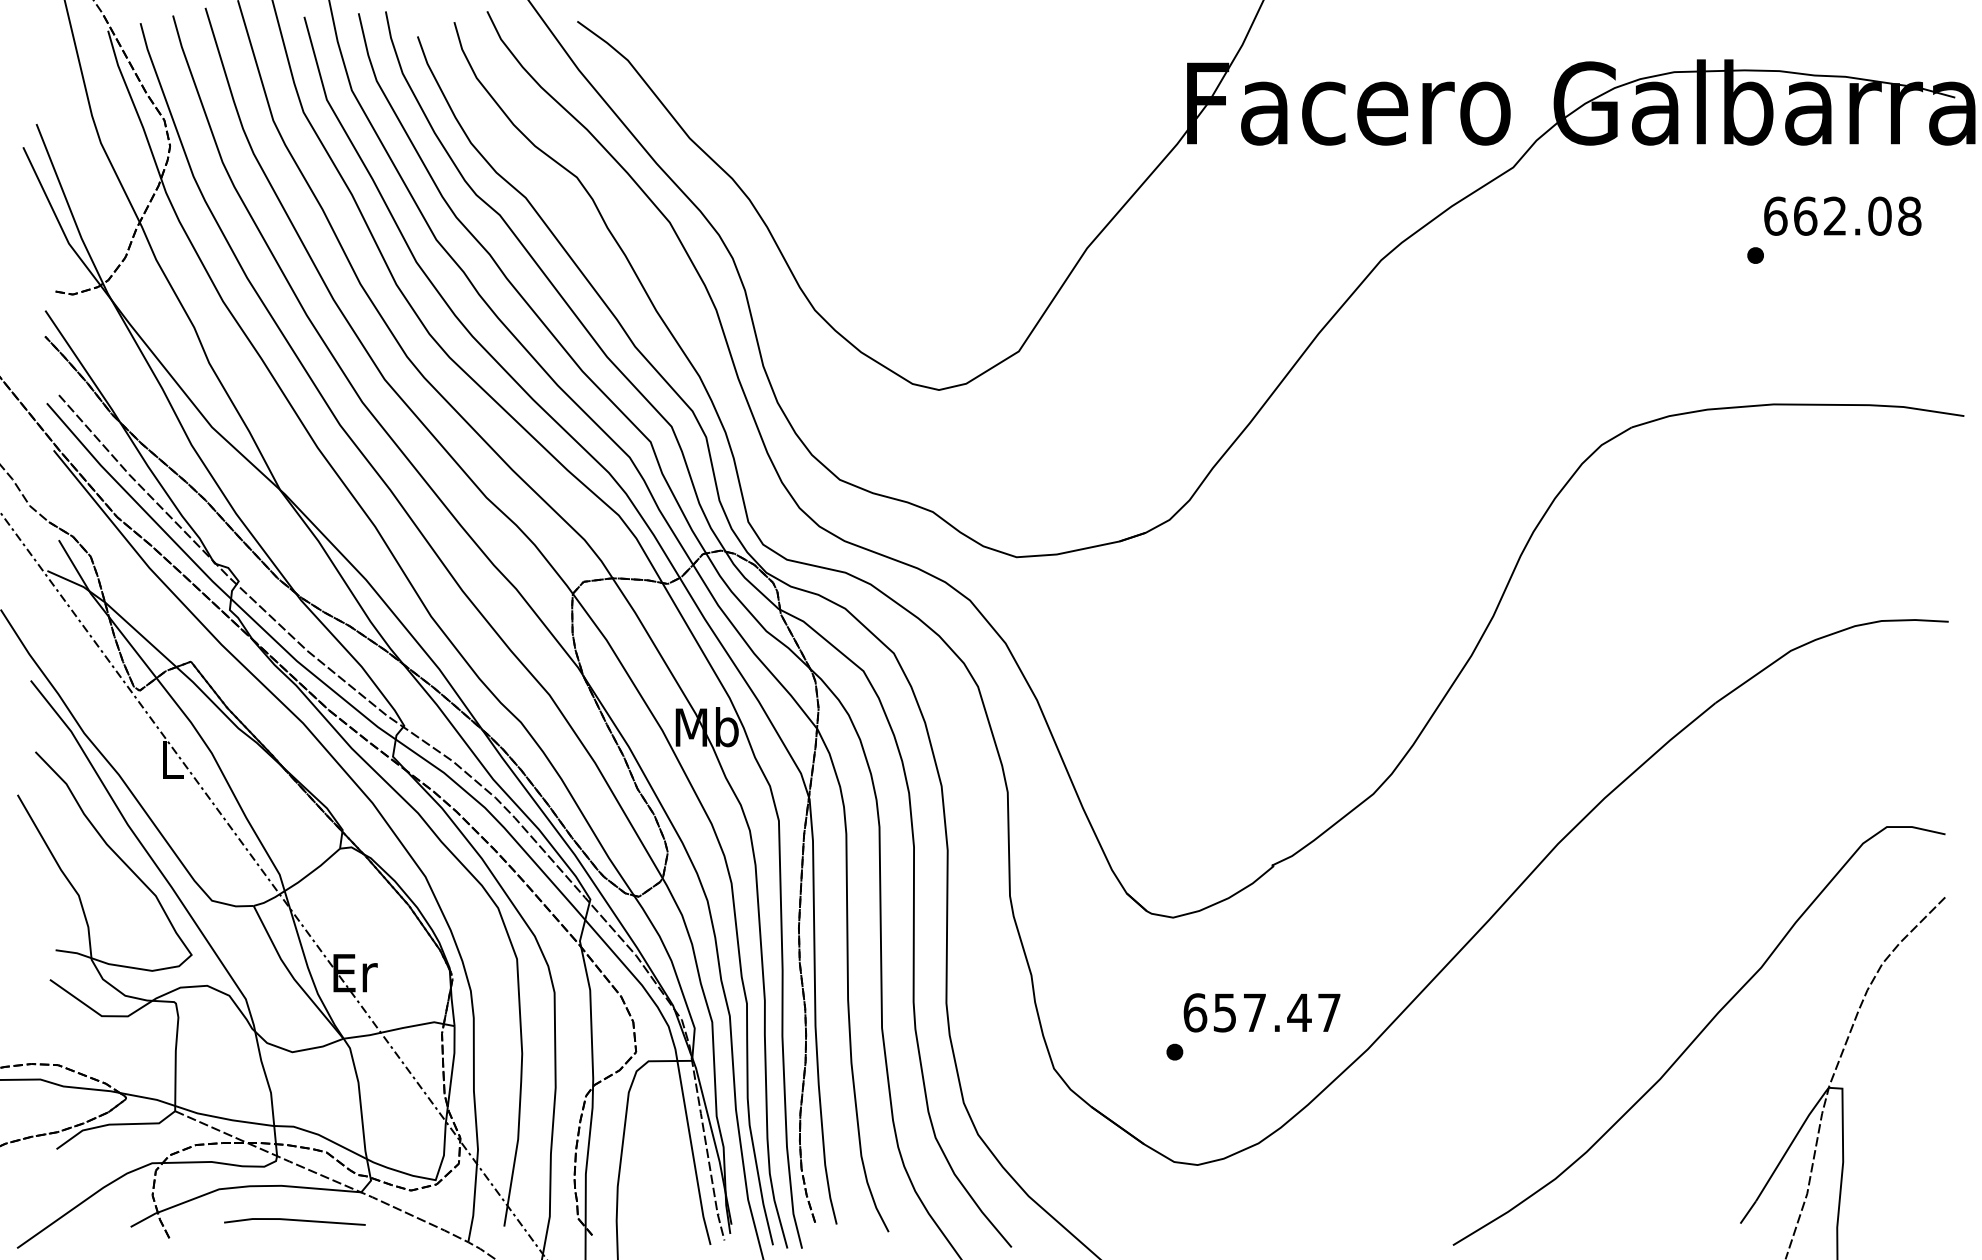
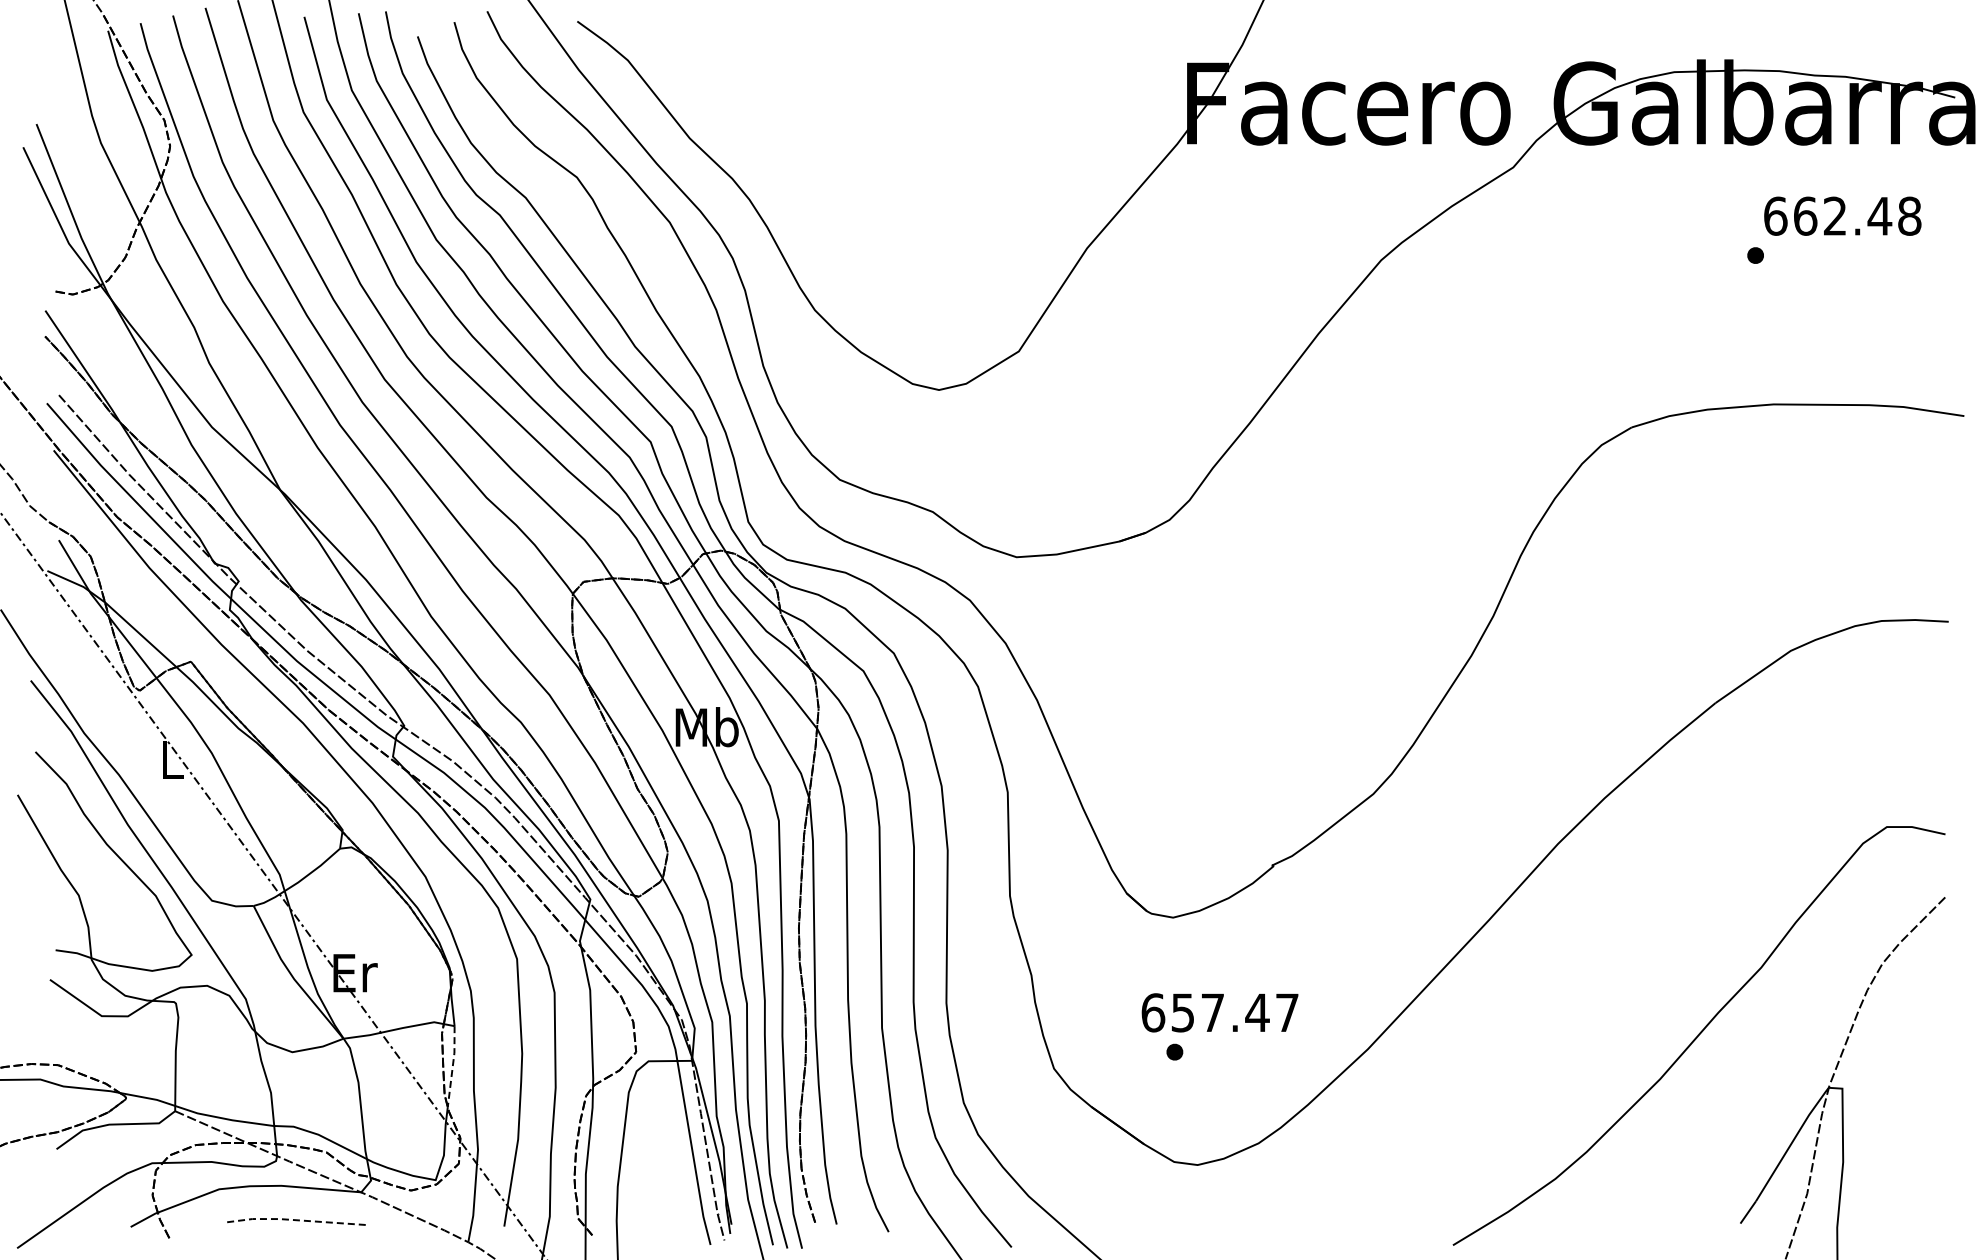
text at (1879, 215): 662.08 -> 662.48
text at (1261, 1012) position: (1261, 1012) -> (1219, 1012)
line at (452, 1066): solid -> dashed
line at (293, 1220): solid -> dashed
